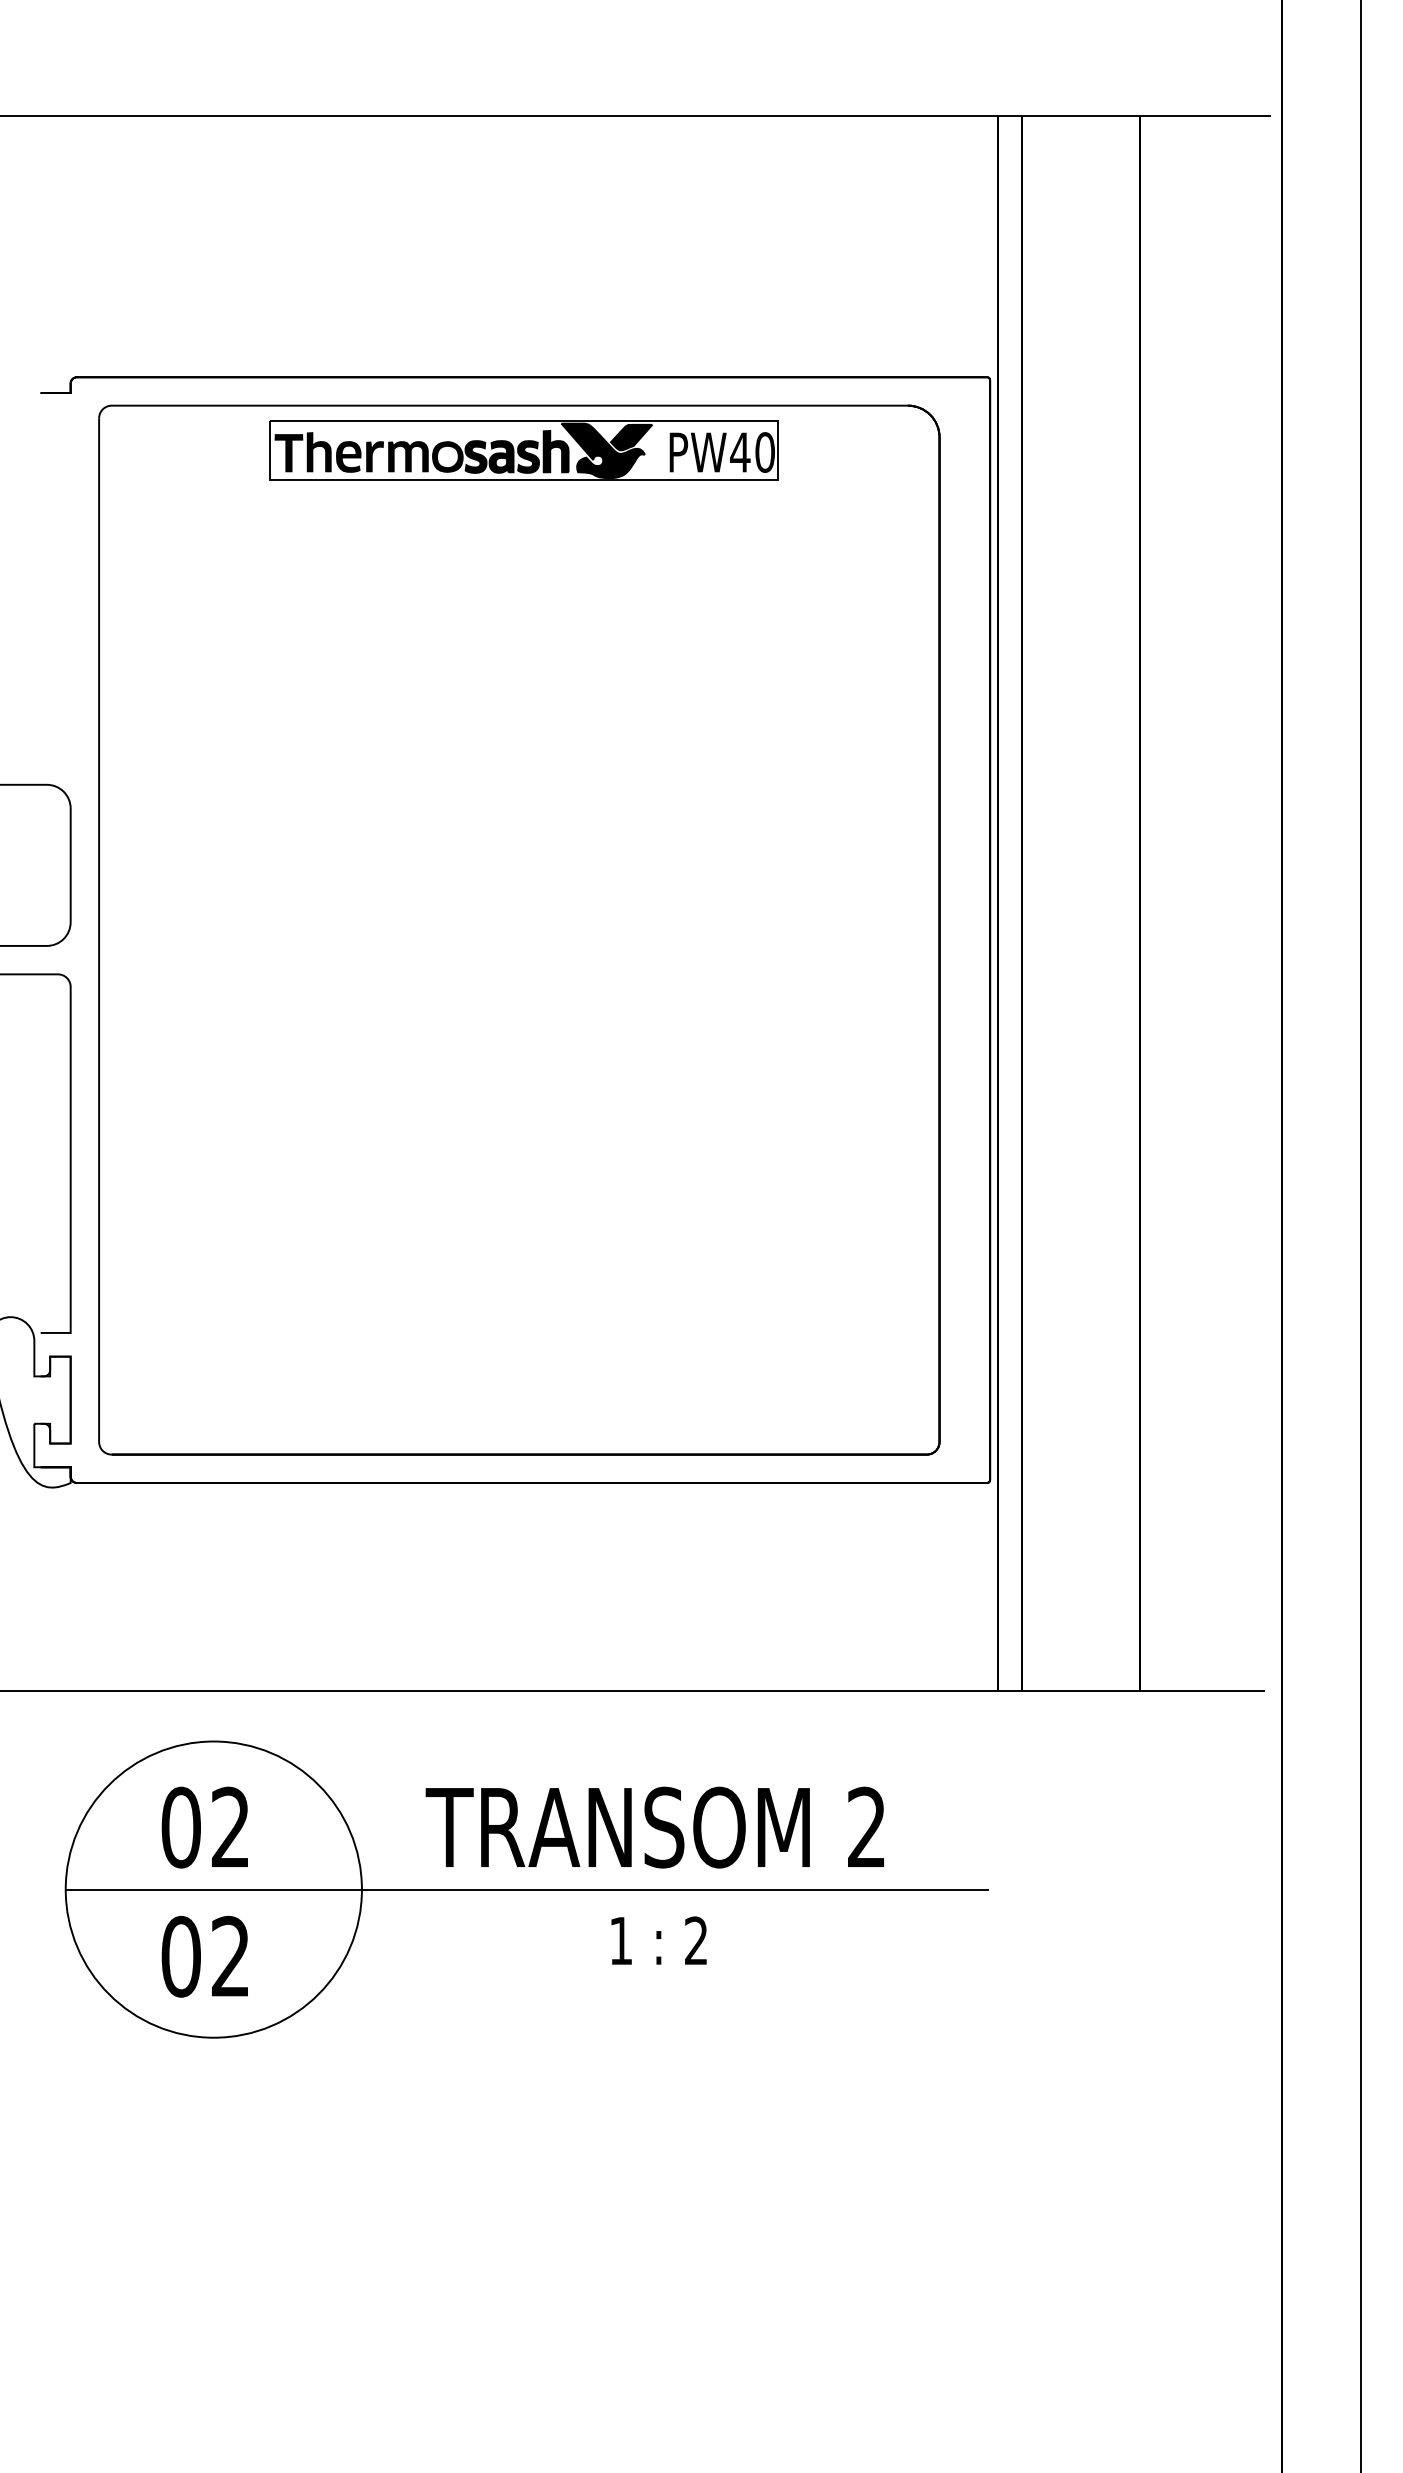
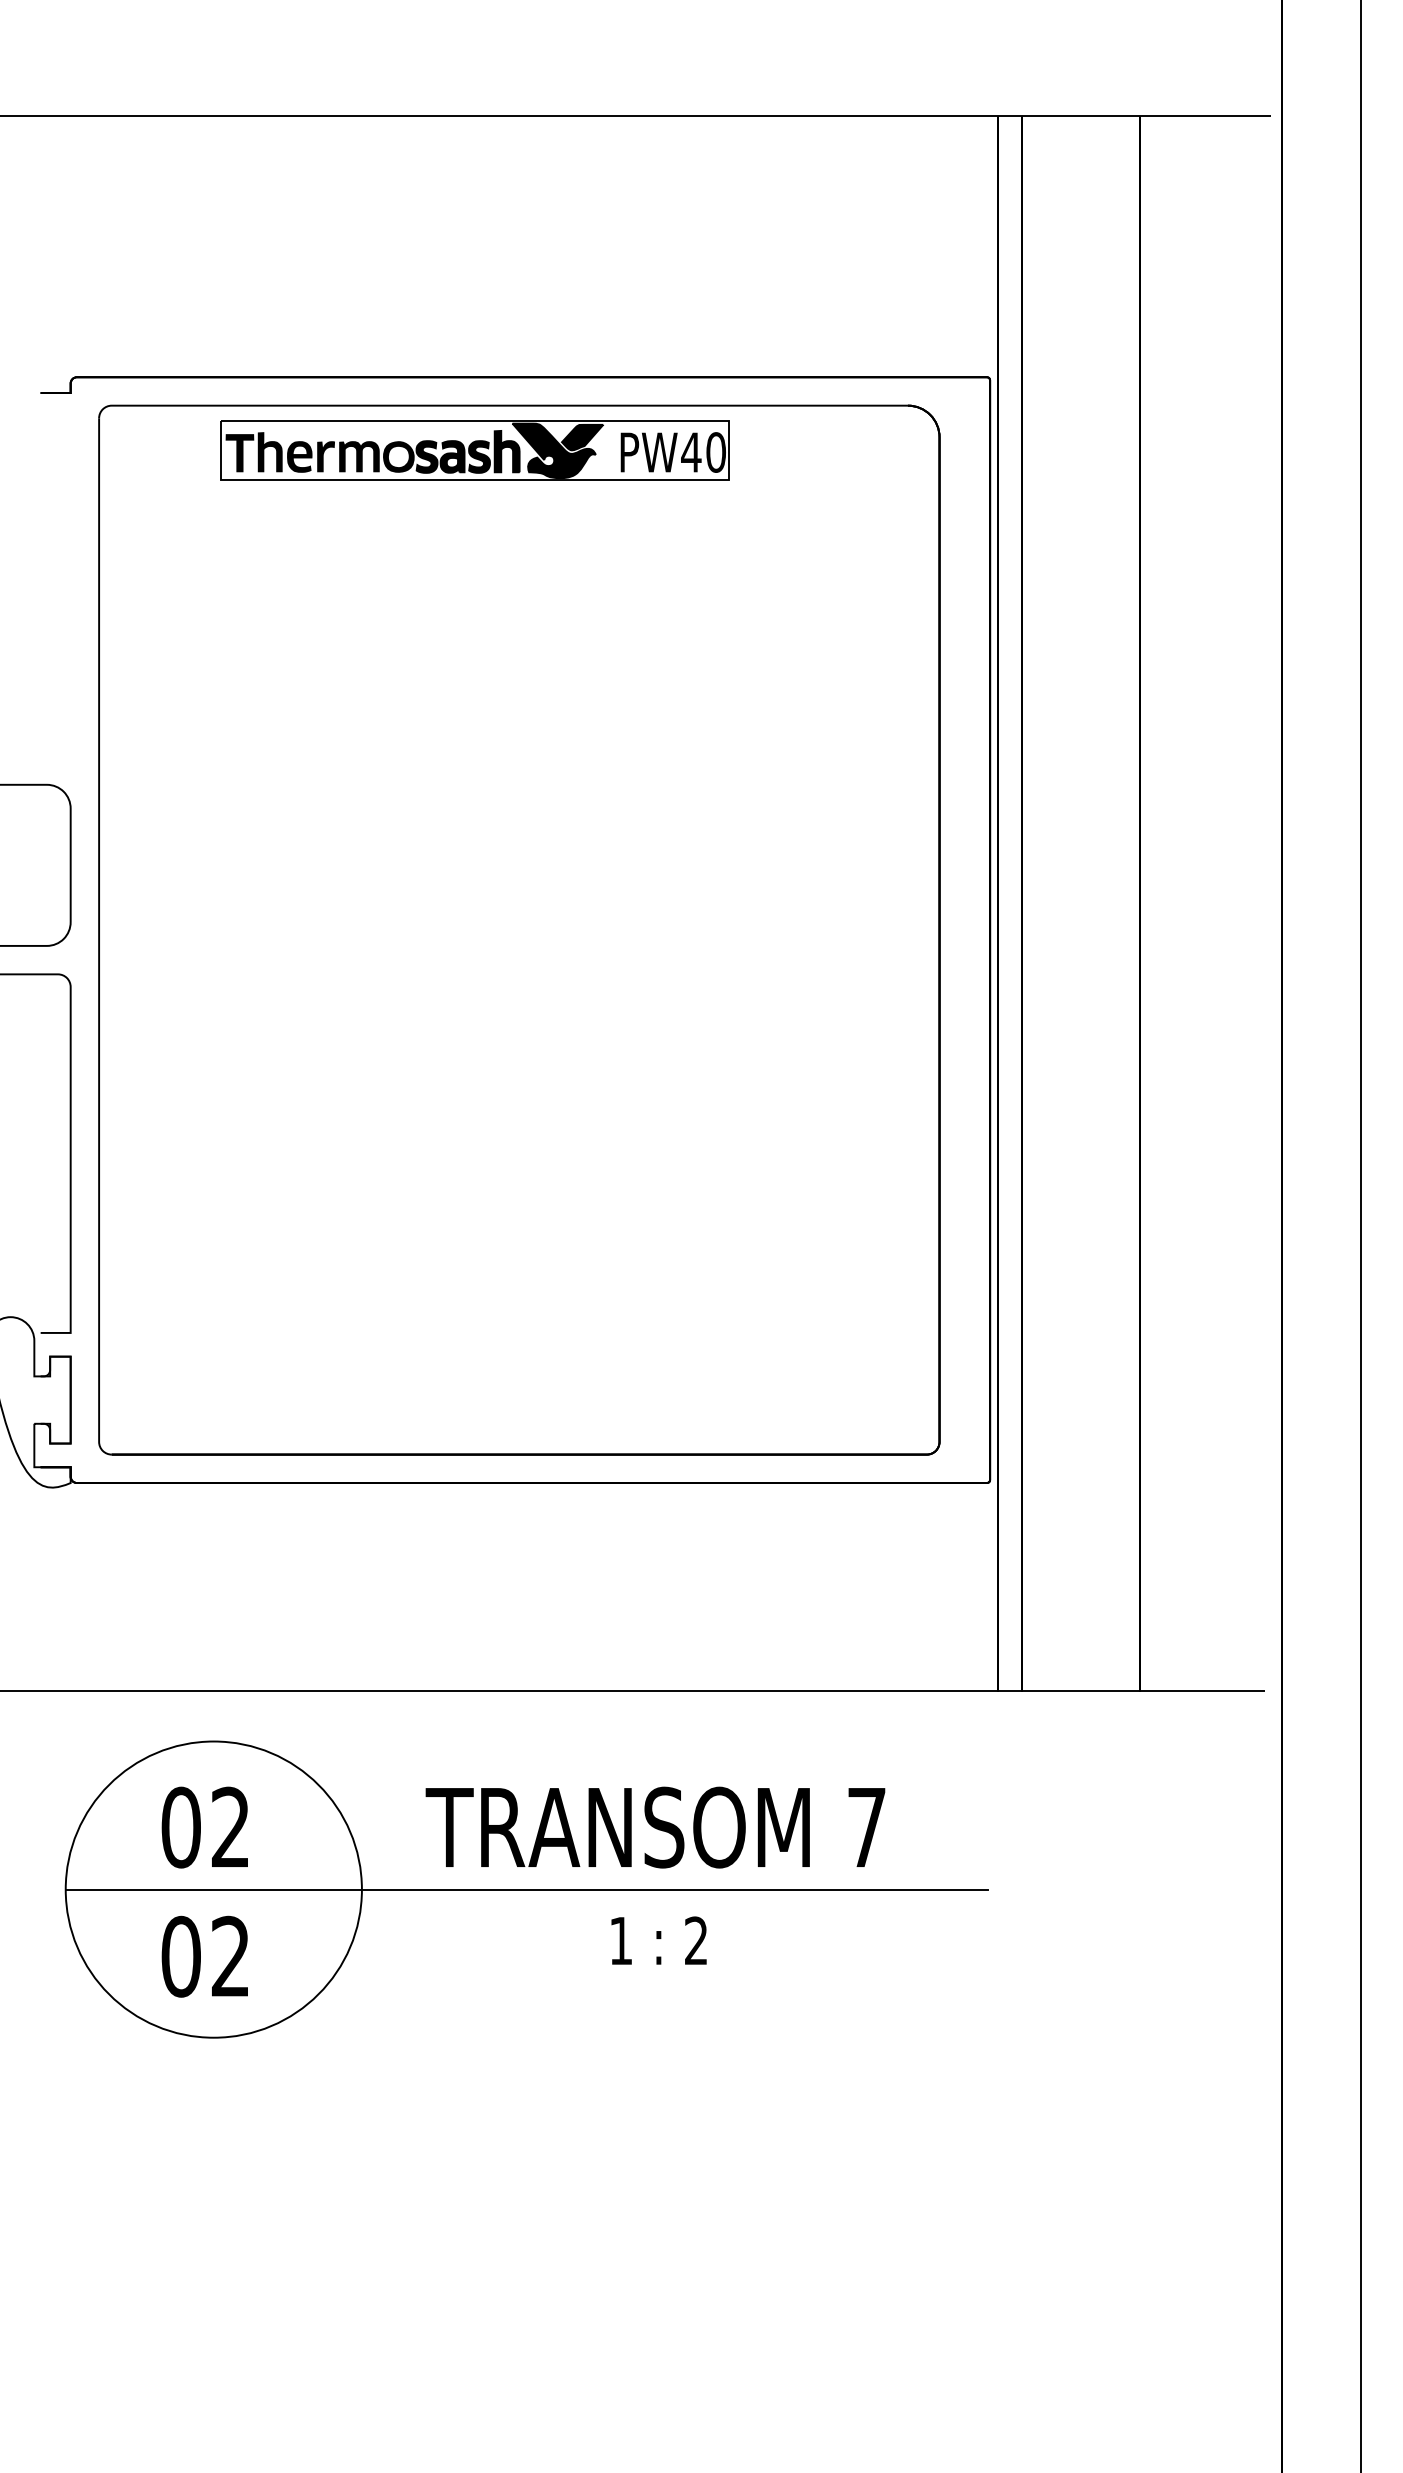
part at (523, 450) position: (523, 450) -> (474, 450)
text at (866, 1826): 2 -> 7
